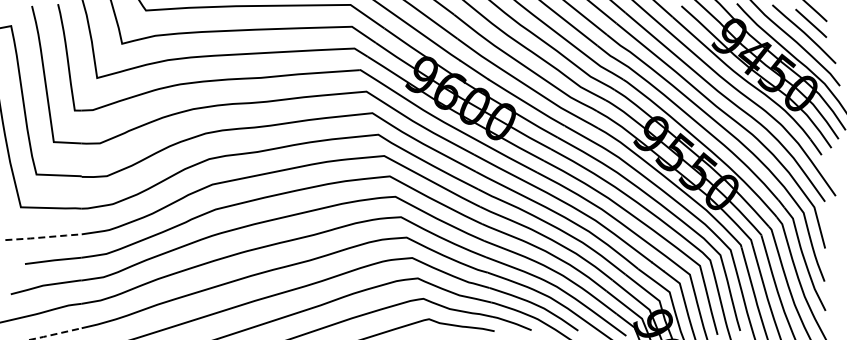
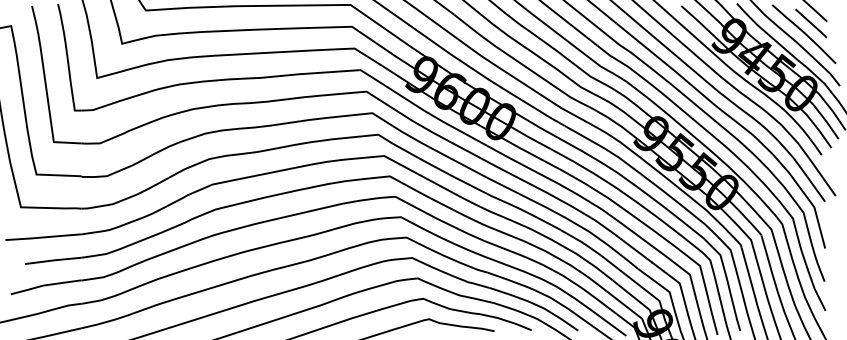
line at (43, 237): dashed -> solid
line at (55, 334): dashed -> solid
